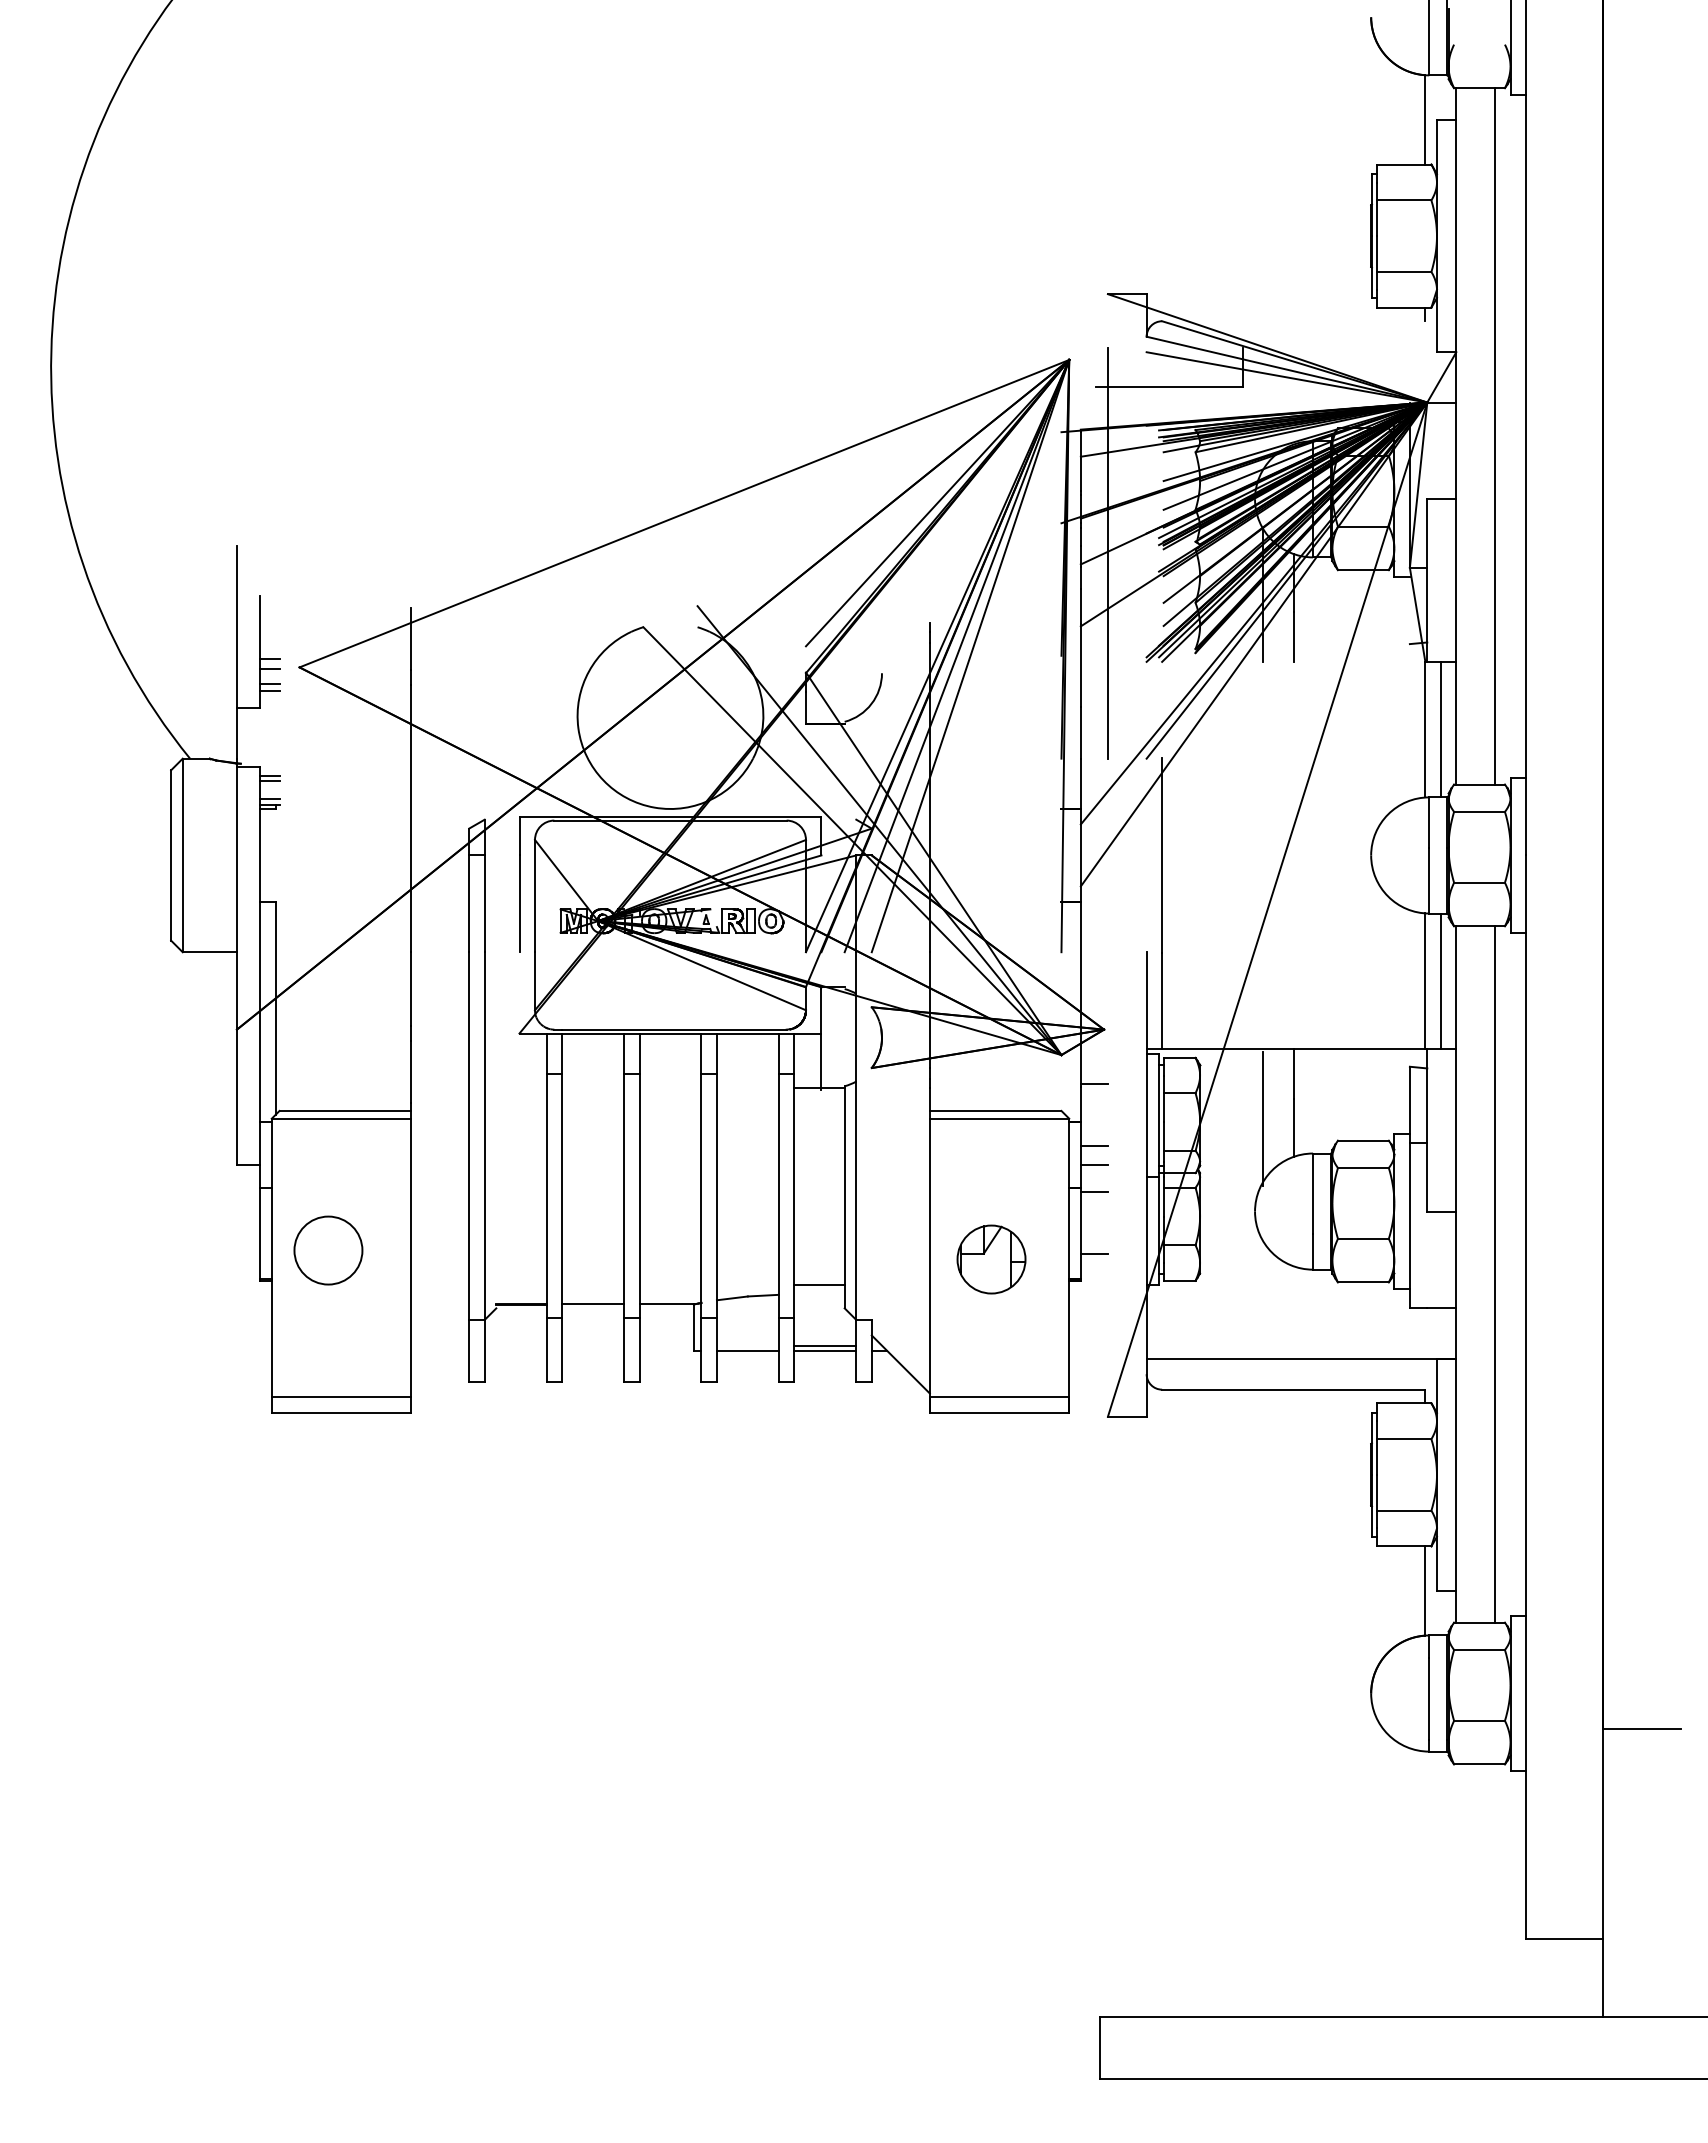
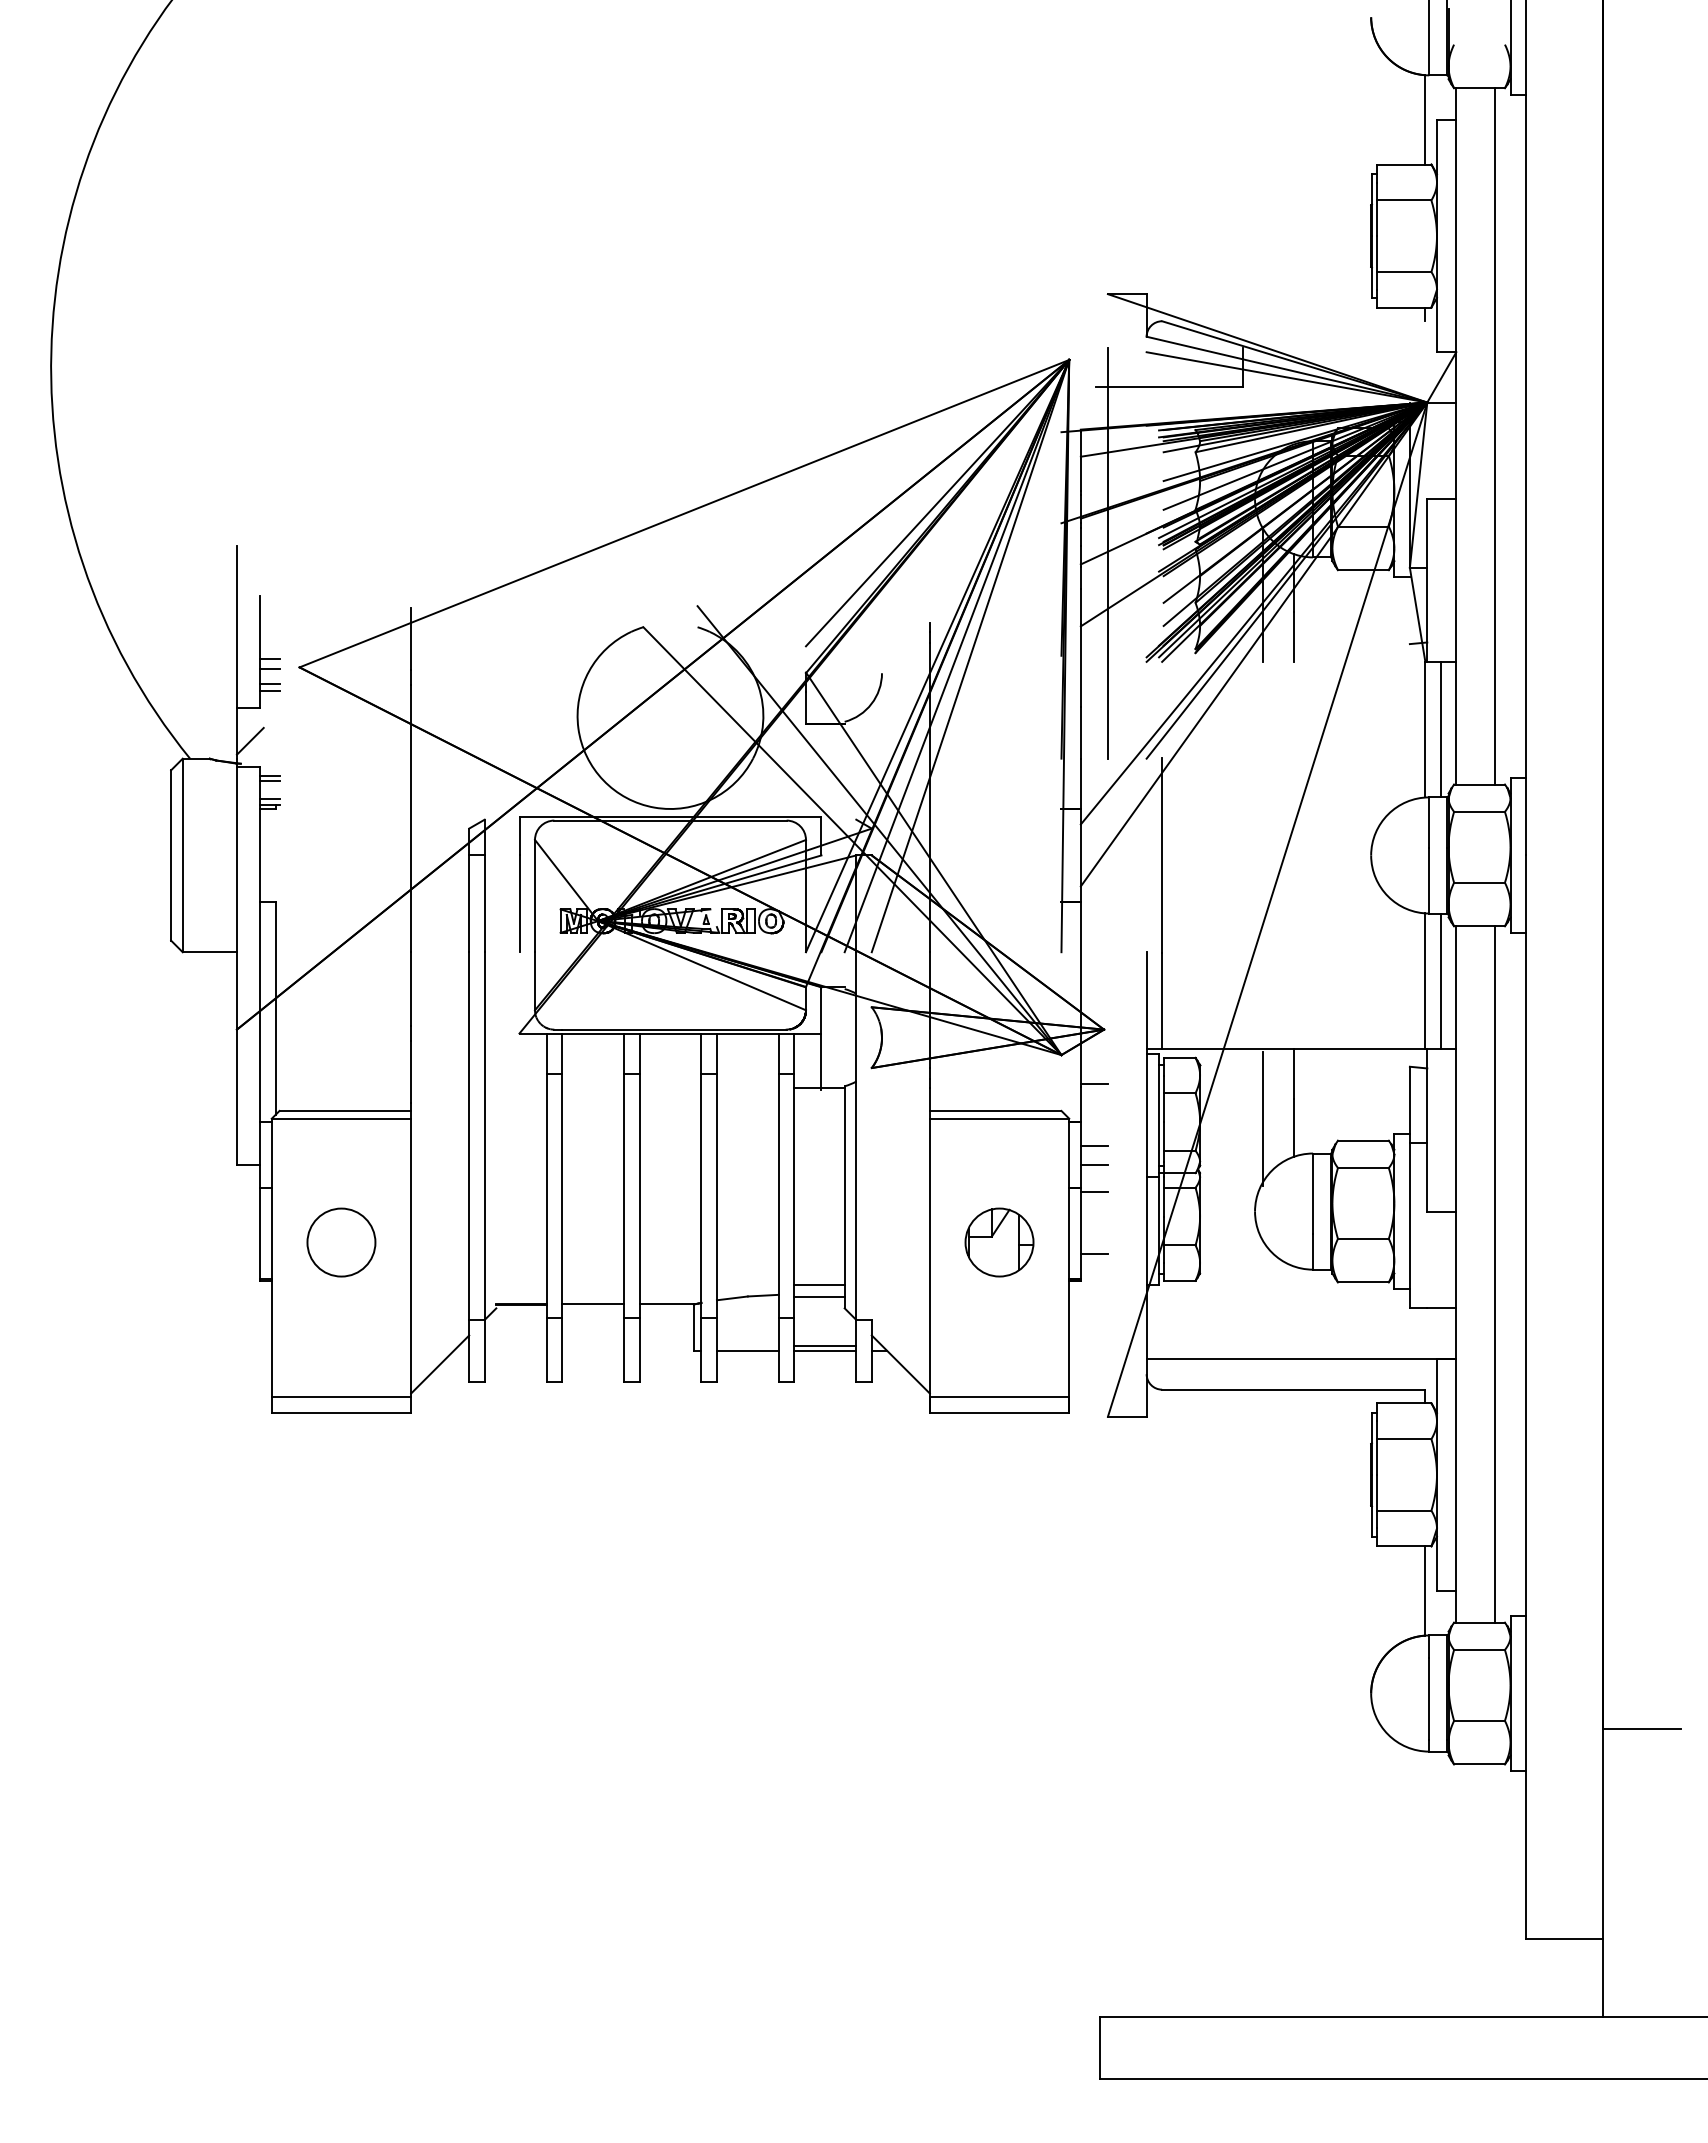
line at (249, 740): none -> present
circle at (328, 1250) position: (328, 1250) -> (341, 1242)
part at (991, 1259) position: (991, 1259) -> (999, 1242)
line at (819, 1297): none -> present
line at (440, 1364): none -> present
